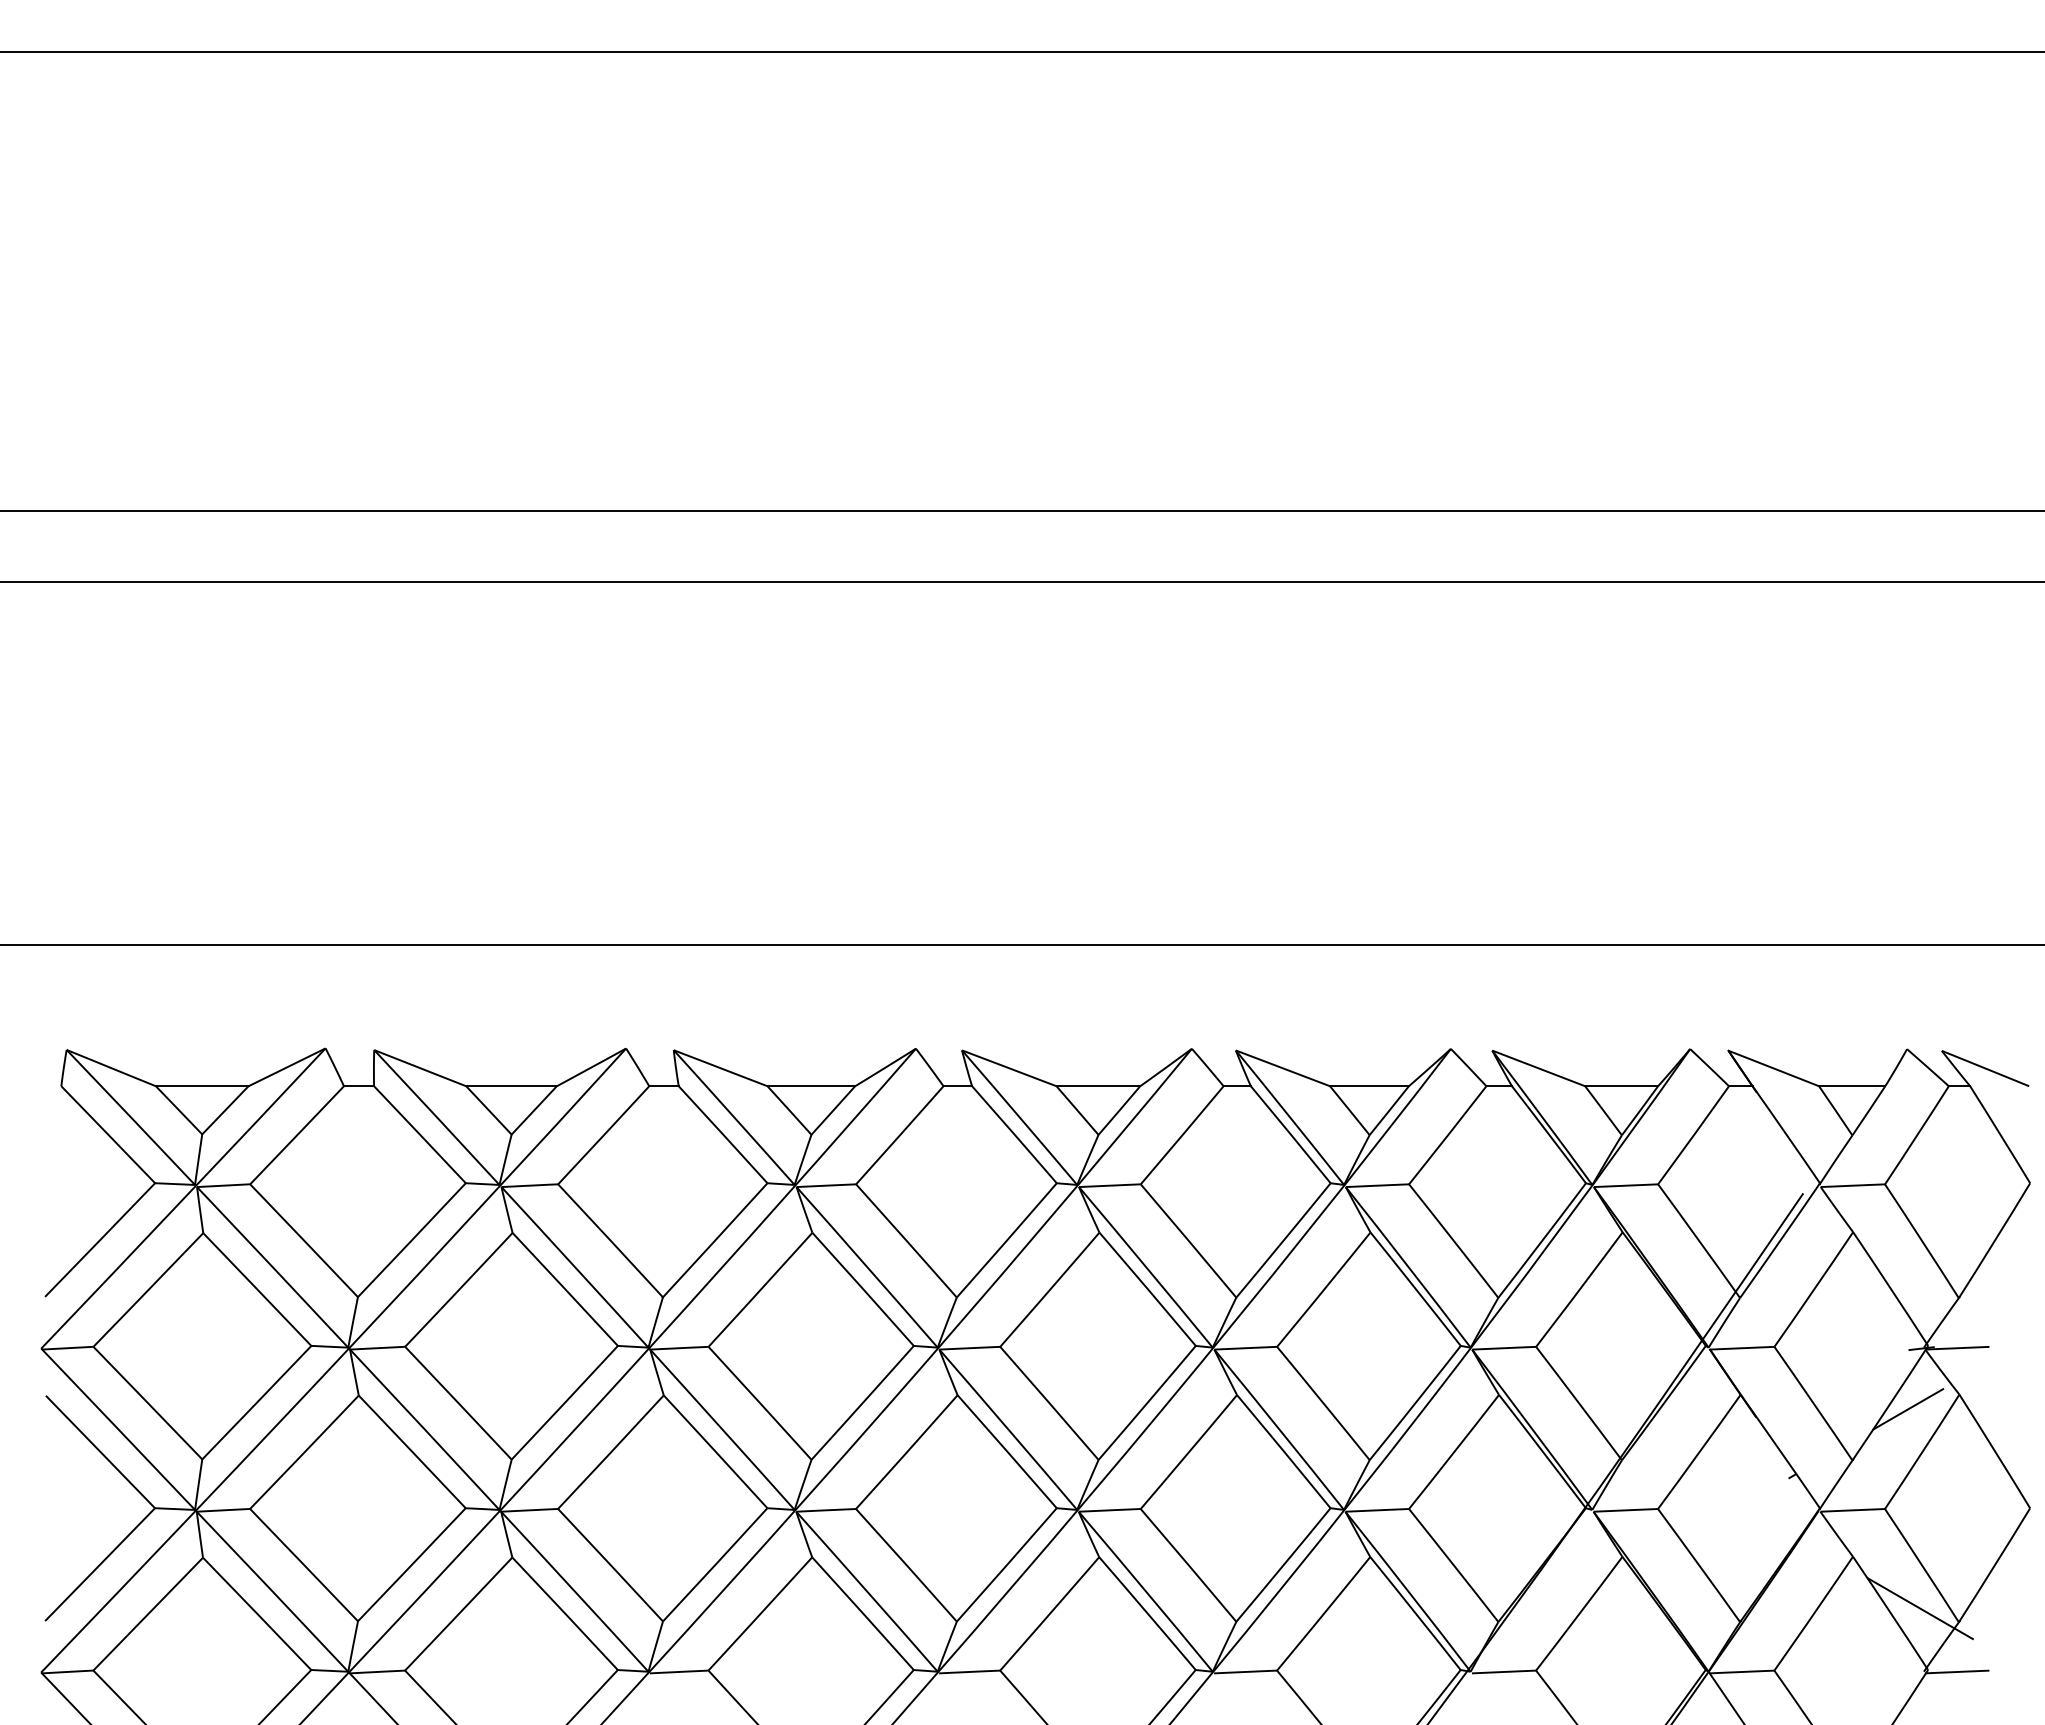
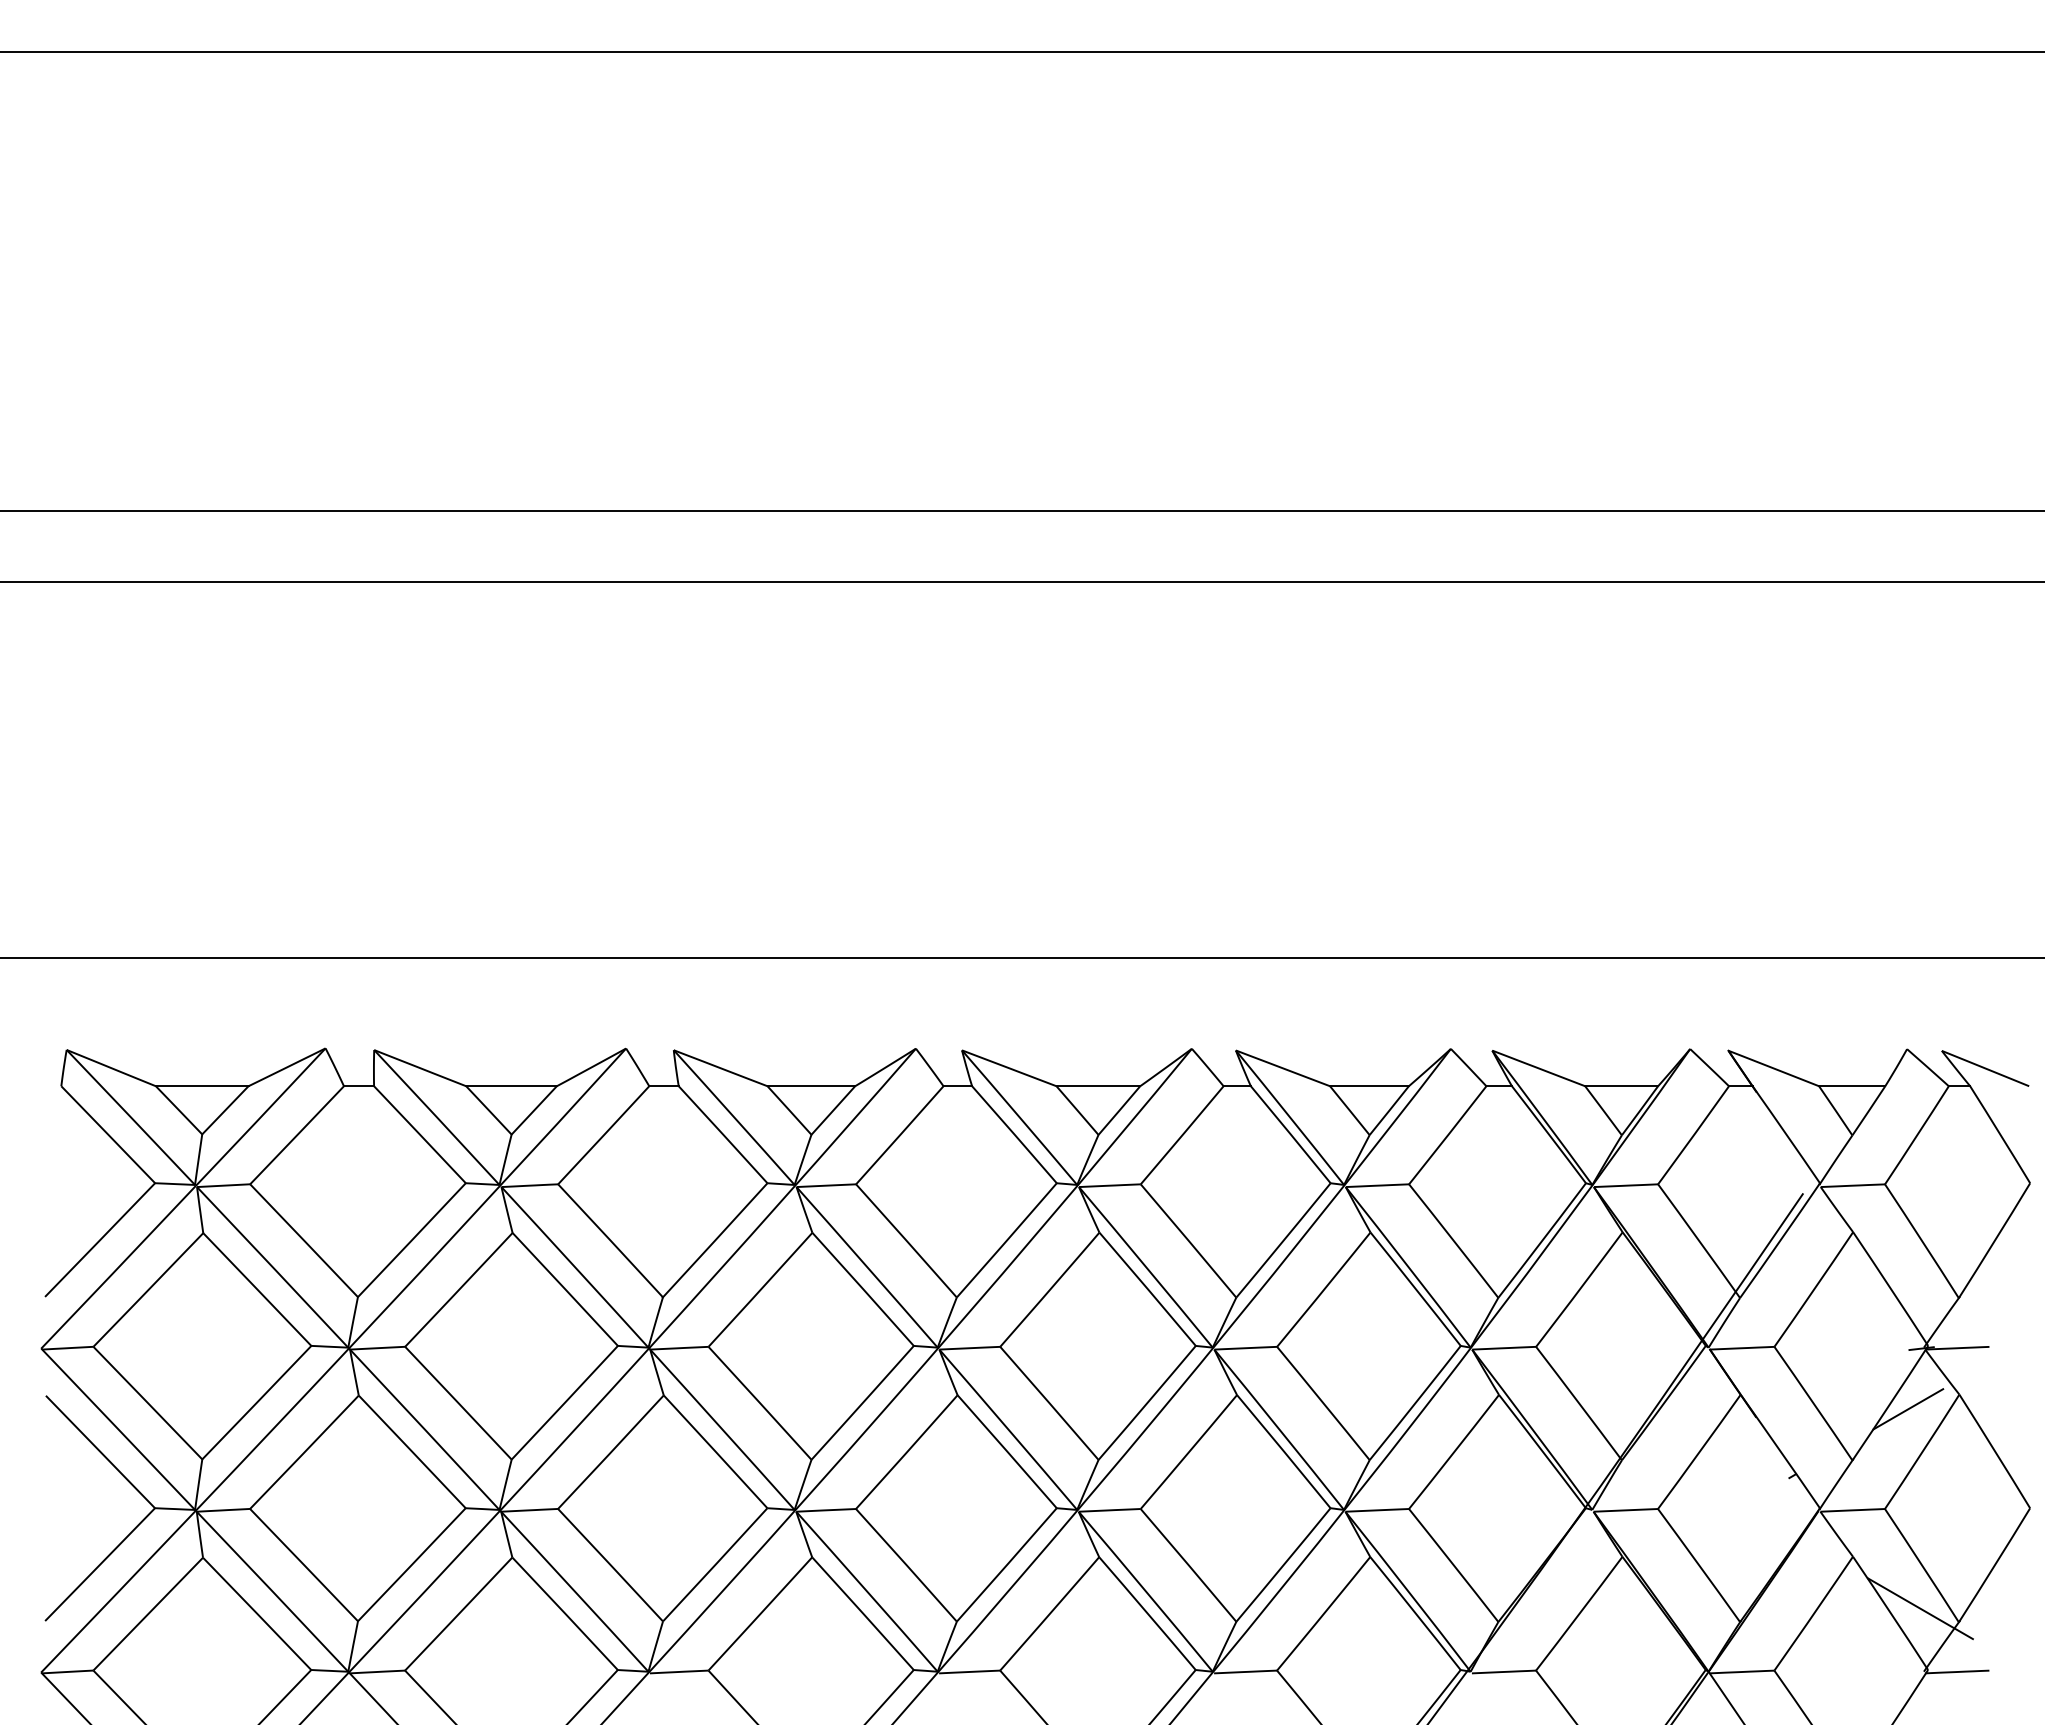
line at (1021, 944) position: (1021, 944) -> (1021, 957)
